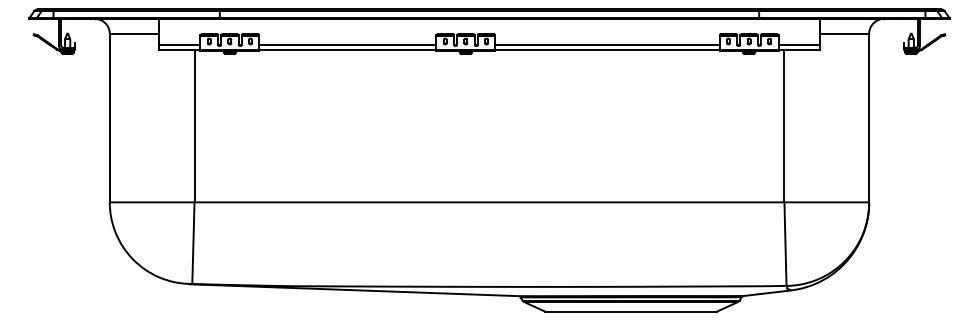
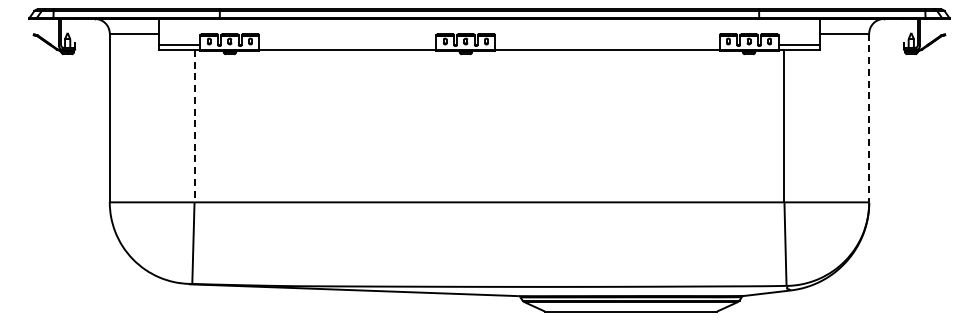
line at (347, 45): present -> none
line at (607, 45): present -> none
line at (869, 118): solid -> dashed
line at (194, 126): solid -> dashed
